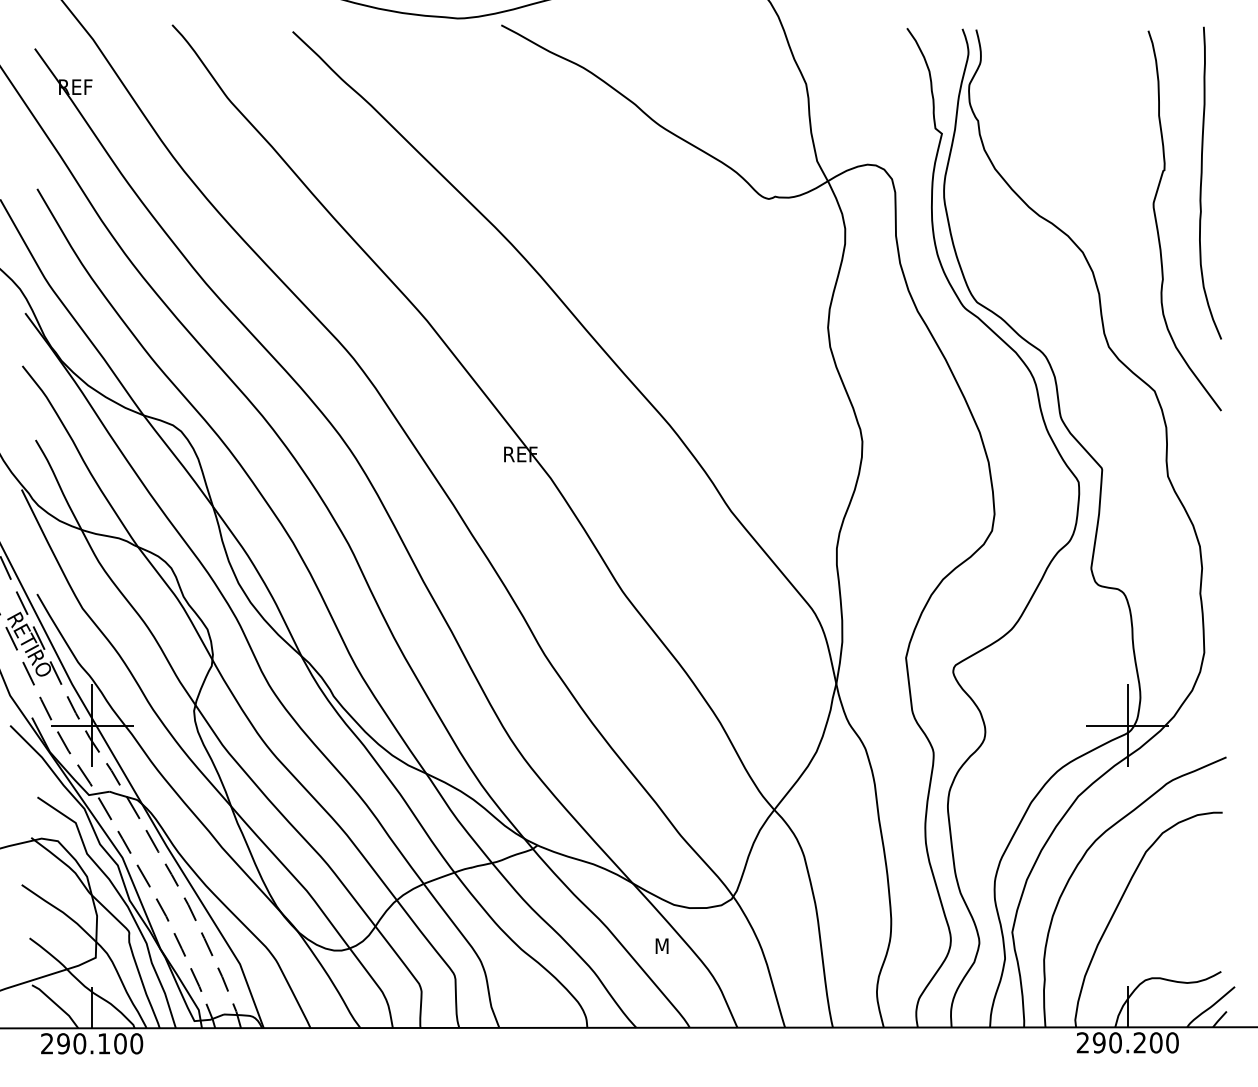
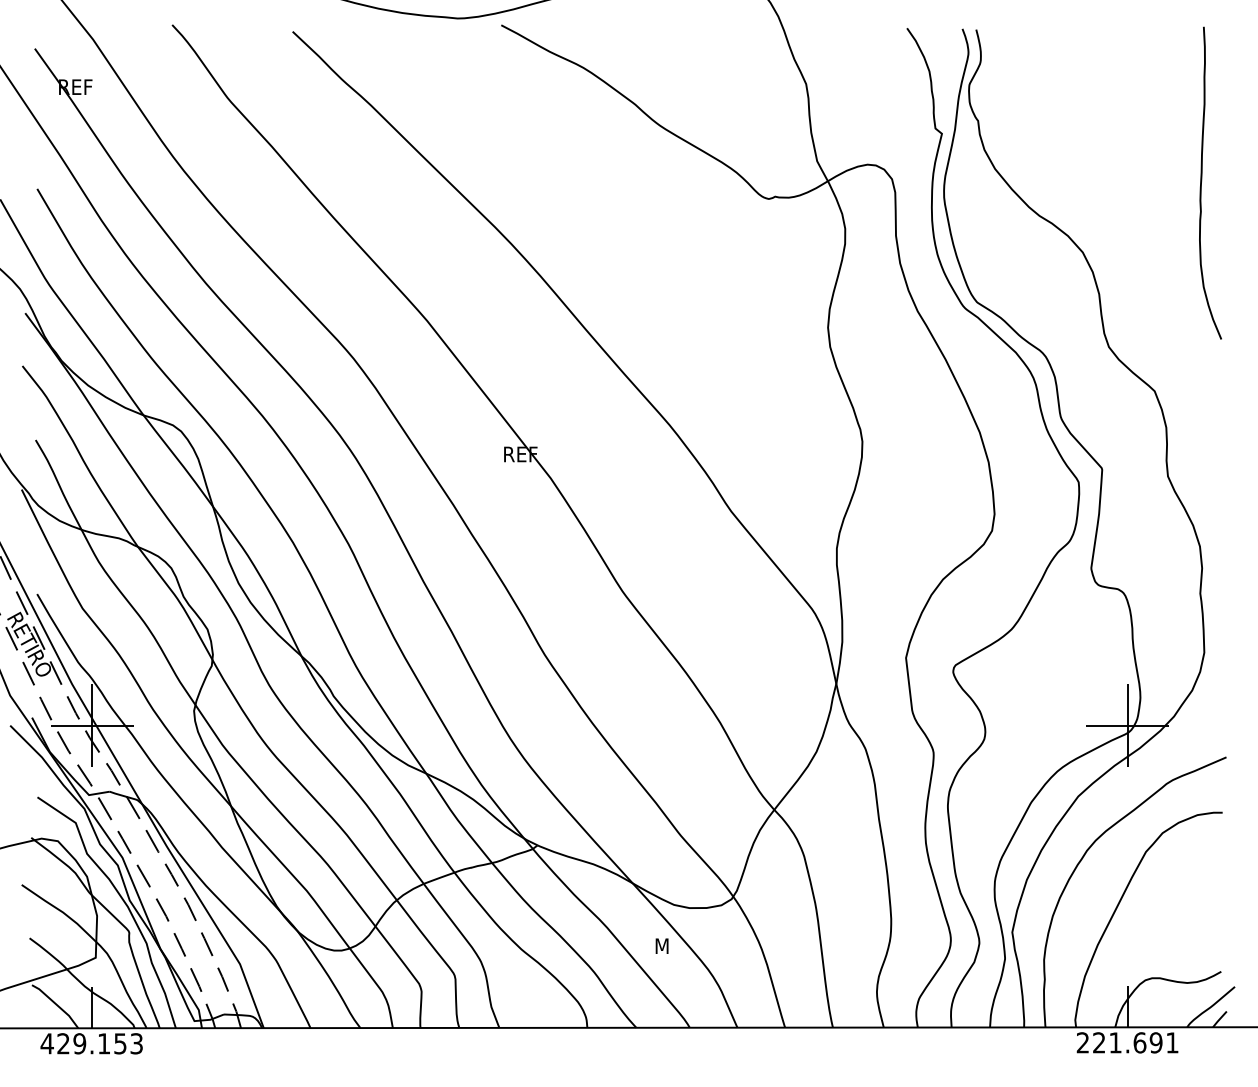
curve at (1157, 222): present -> none
text at (1135, 1042): 290.200 -> 221.691
text at (91, 1043): 290.100 -> 429.153
